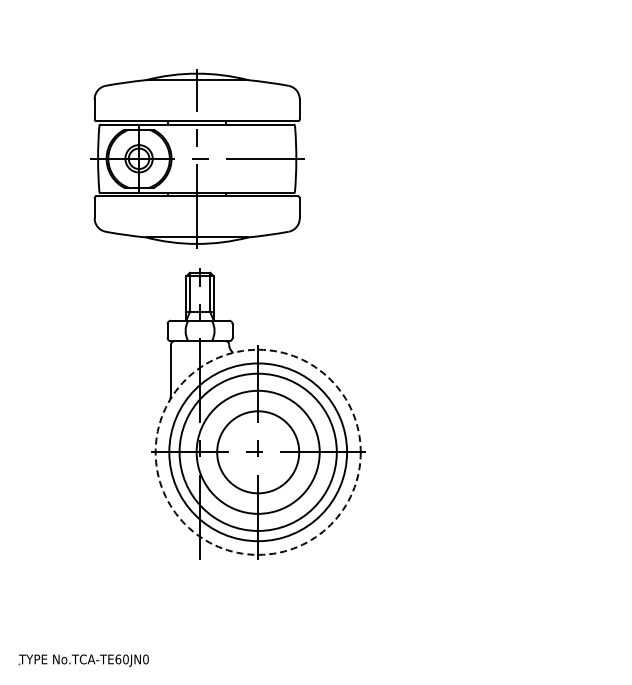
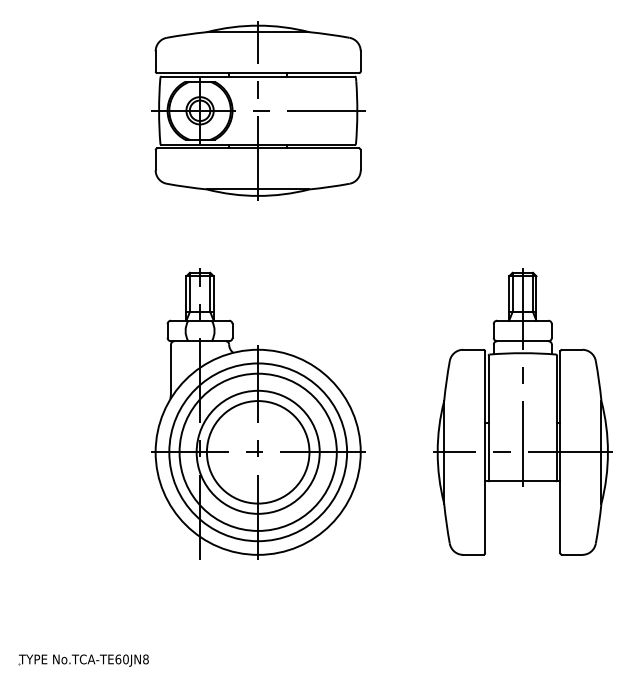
part at (197, 158) position: (197, 158) -> (258, 110)
part at (522, 411): none -> present
circle at (257, 451): dashed -> solid
circle at (258, 452) diameter: 82 px -> 103 px
text at (145, 659): No.TCA-TE60JN0 -> No.TCA-TE60JN8
